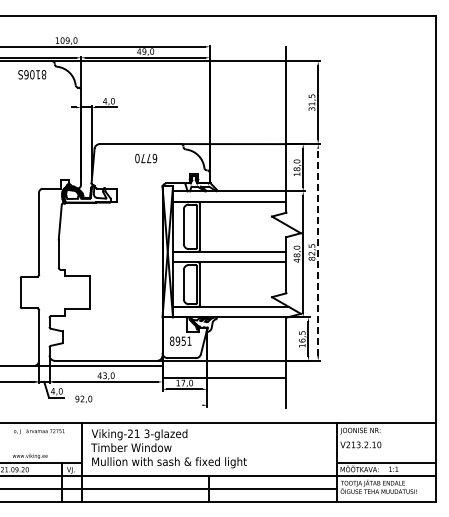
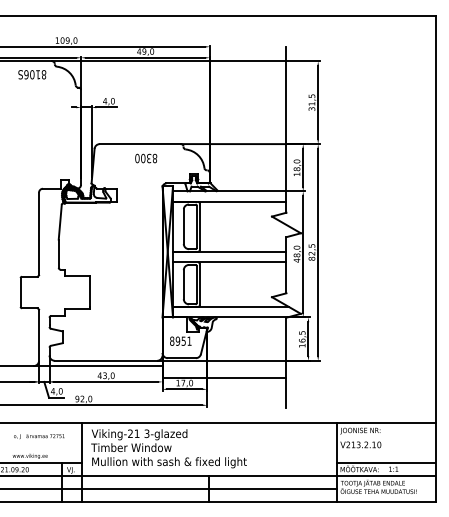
text at (149, 158): 6770 -> 8300
line at (318, 252): dashed -> solid
line at (102, 405): none -> present
text at (39, 431) position: (39, 431) -> (39, 436)
